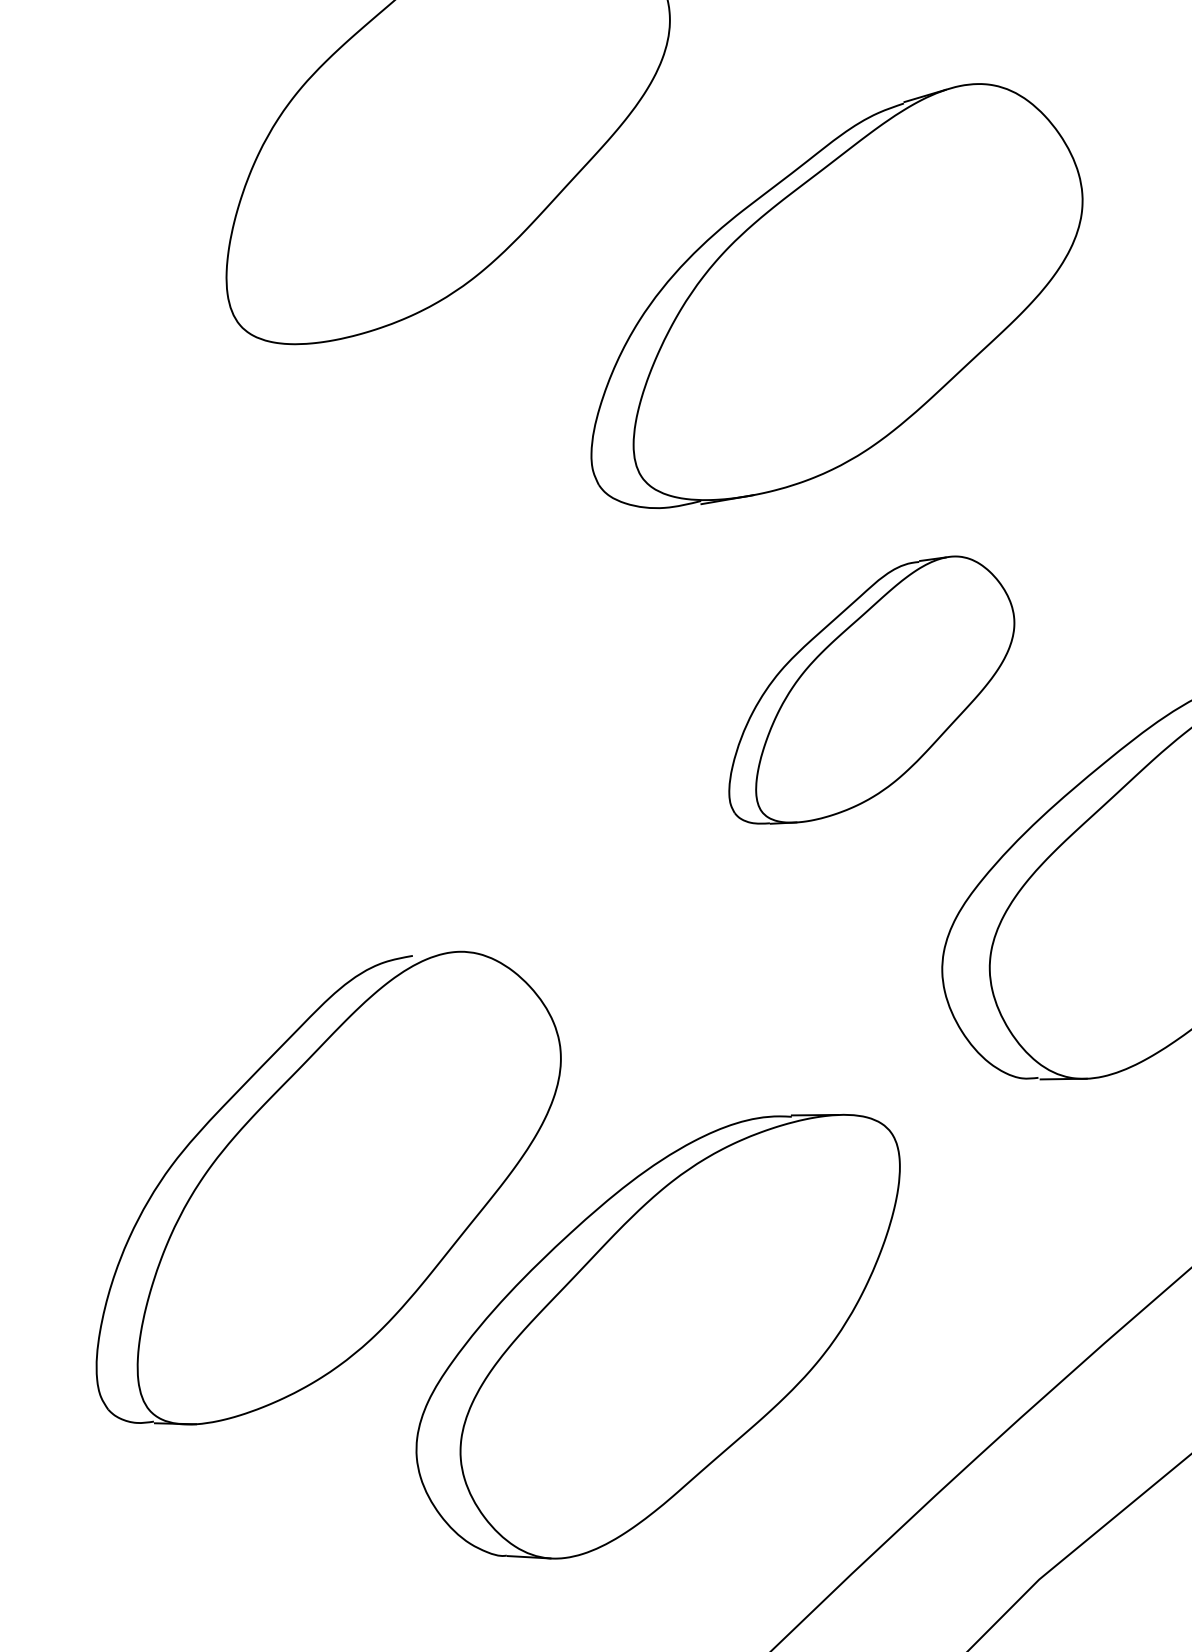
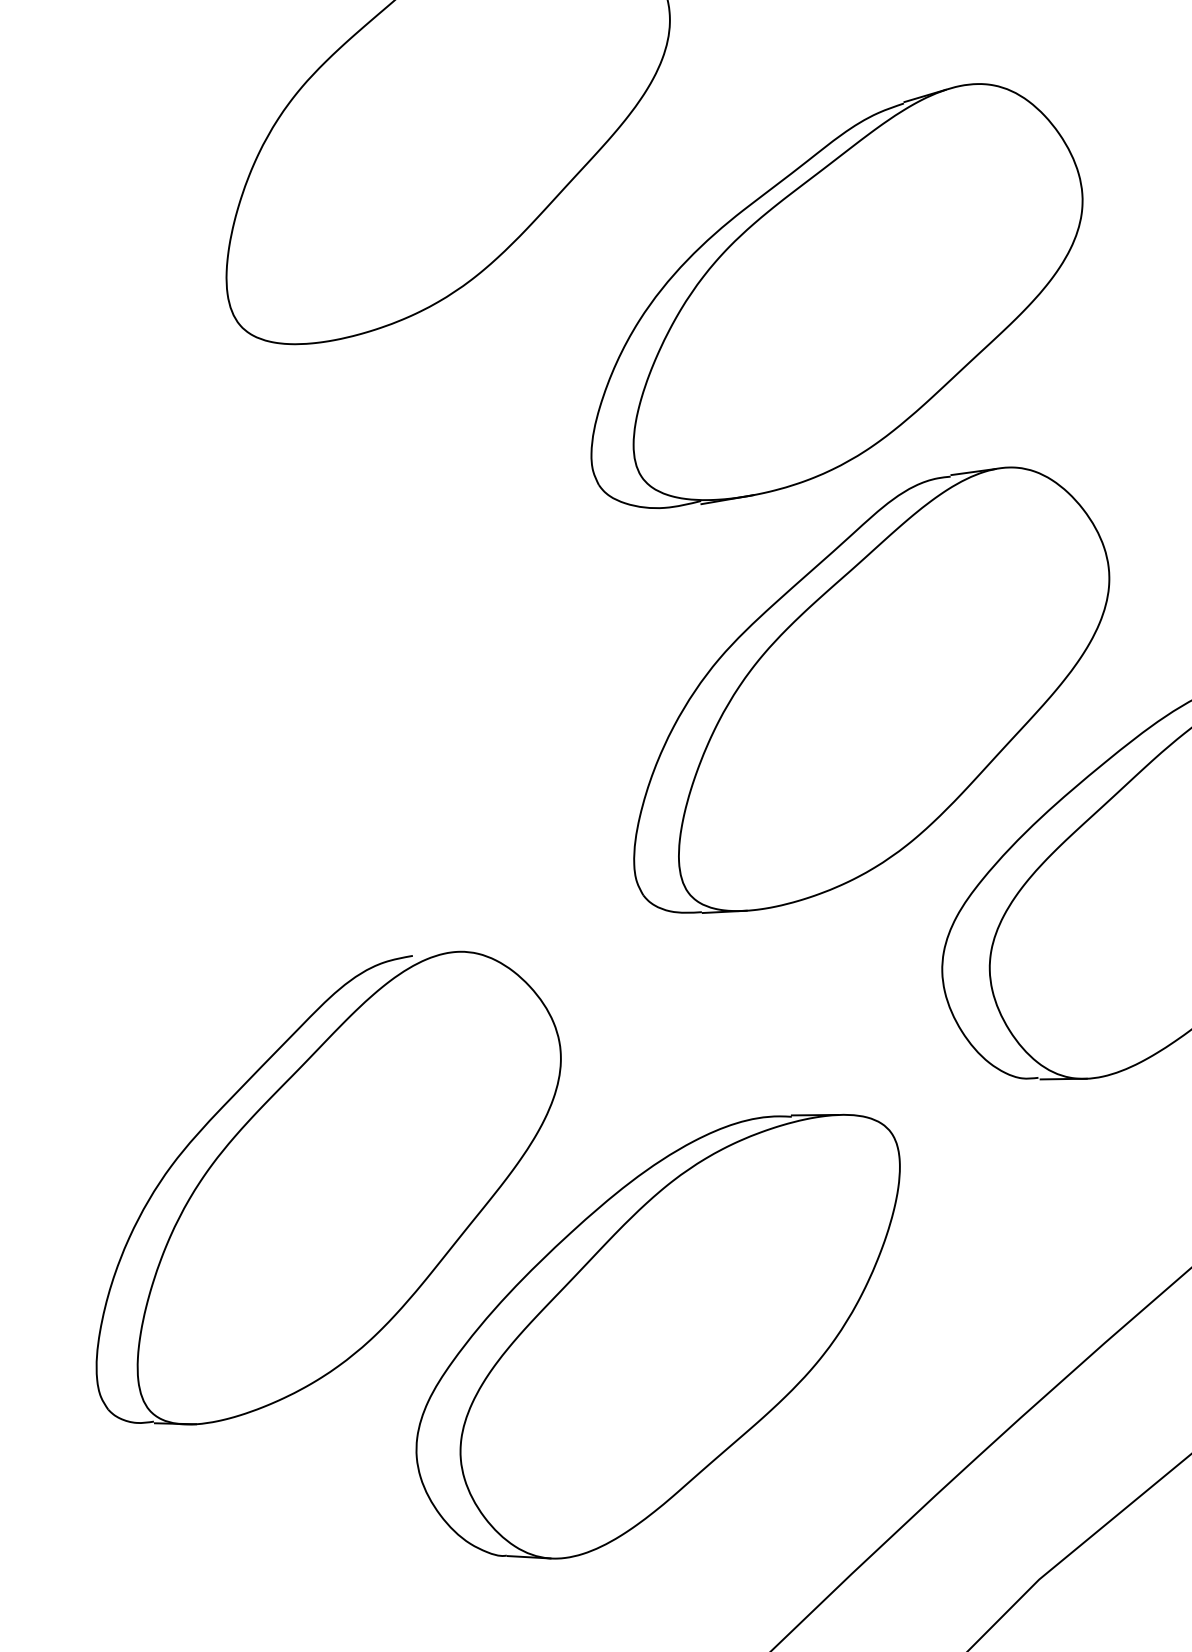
part at (871, 689) size: 288x270 px -> 478x448 px
